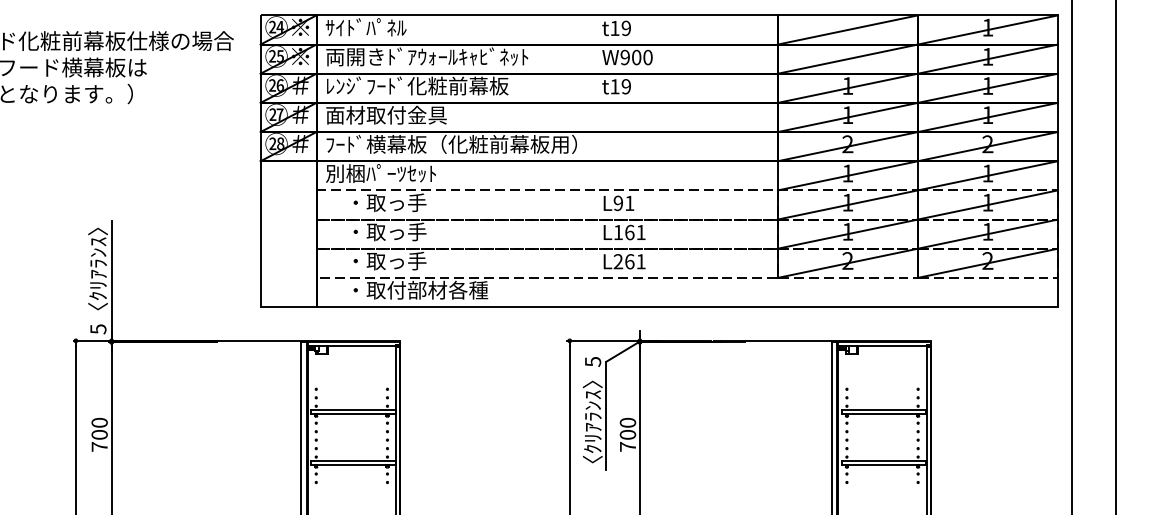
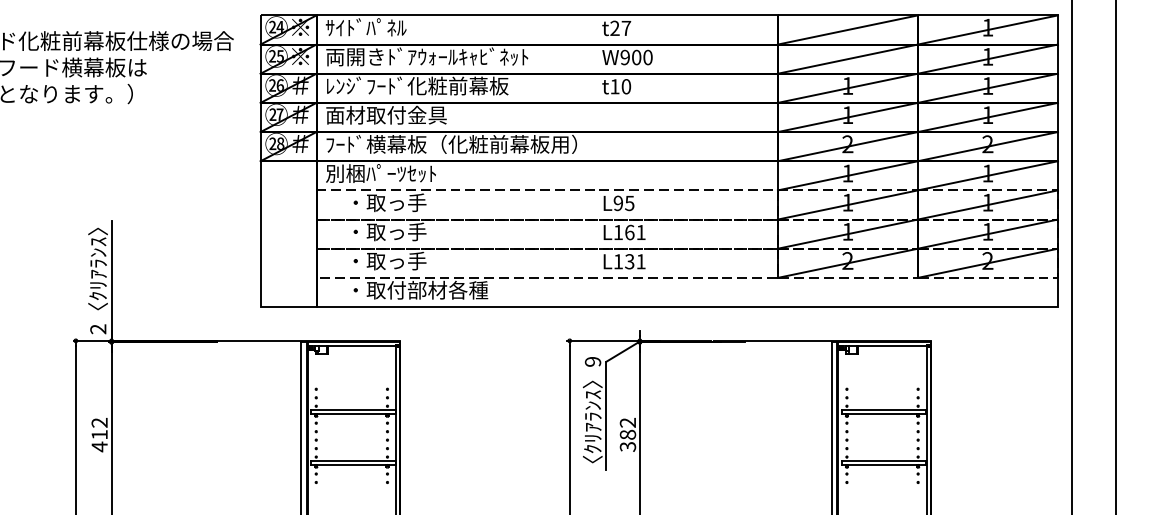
text at (620, 28): t19 -> t27
text at (626, 86): t19 -> t10
text at (629, 203): L91 -> L95
text at (623, 261): L261 -> L131
text at (98, 329): 5 -> 2
text at (592, 361): 5 -> 9
text at (99, 434): 700 -> 412
text at (627, 434): 700 -> 382
